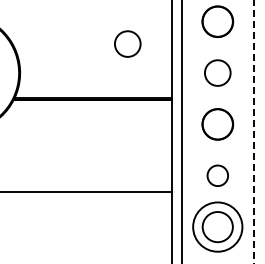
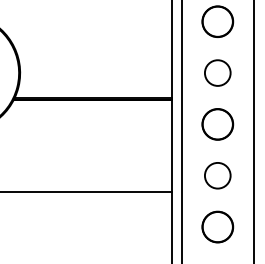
circle at (127, 43): present -> none
line at (253, 132): dashed -> solid
circle at (217, 175) size: 23x23 px -> 28x28 px
circle at (217, 226) diameter: 49 px -> 31 px
